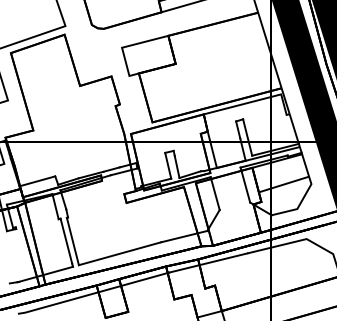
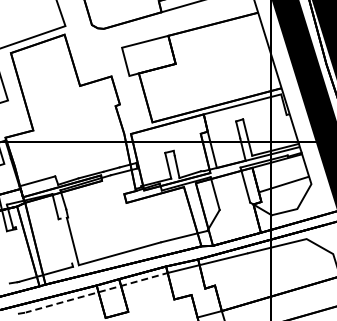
line at (66, 240): present -> none
line at (97, 292): solid -> dashed
